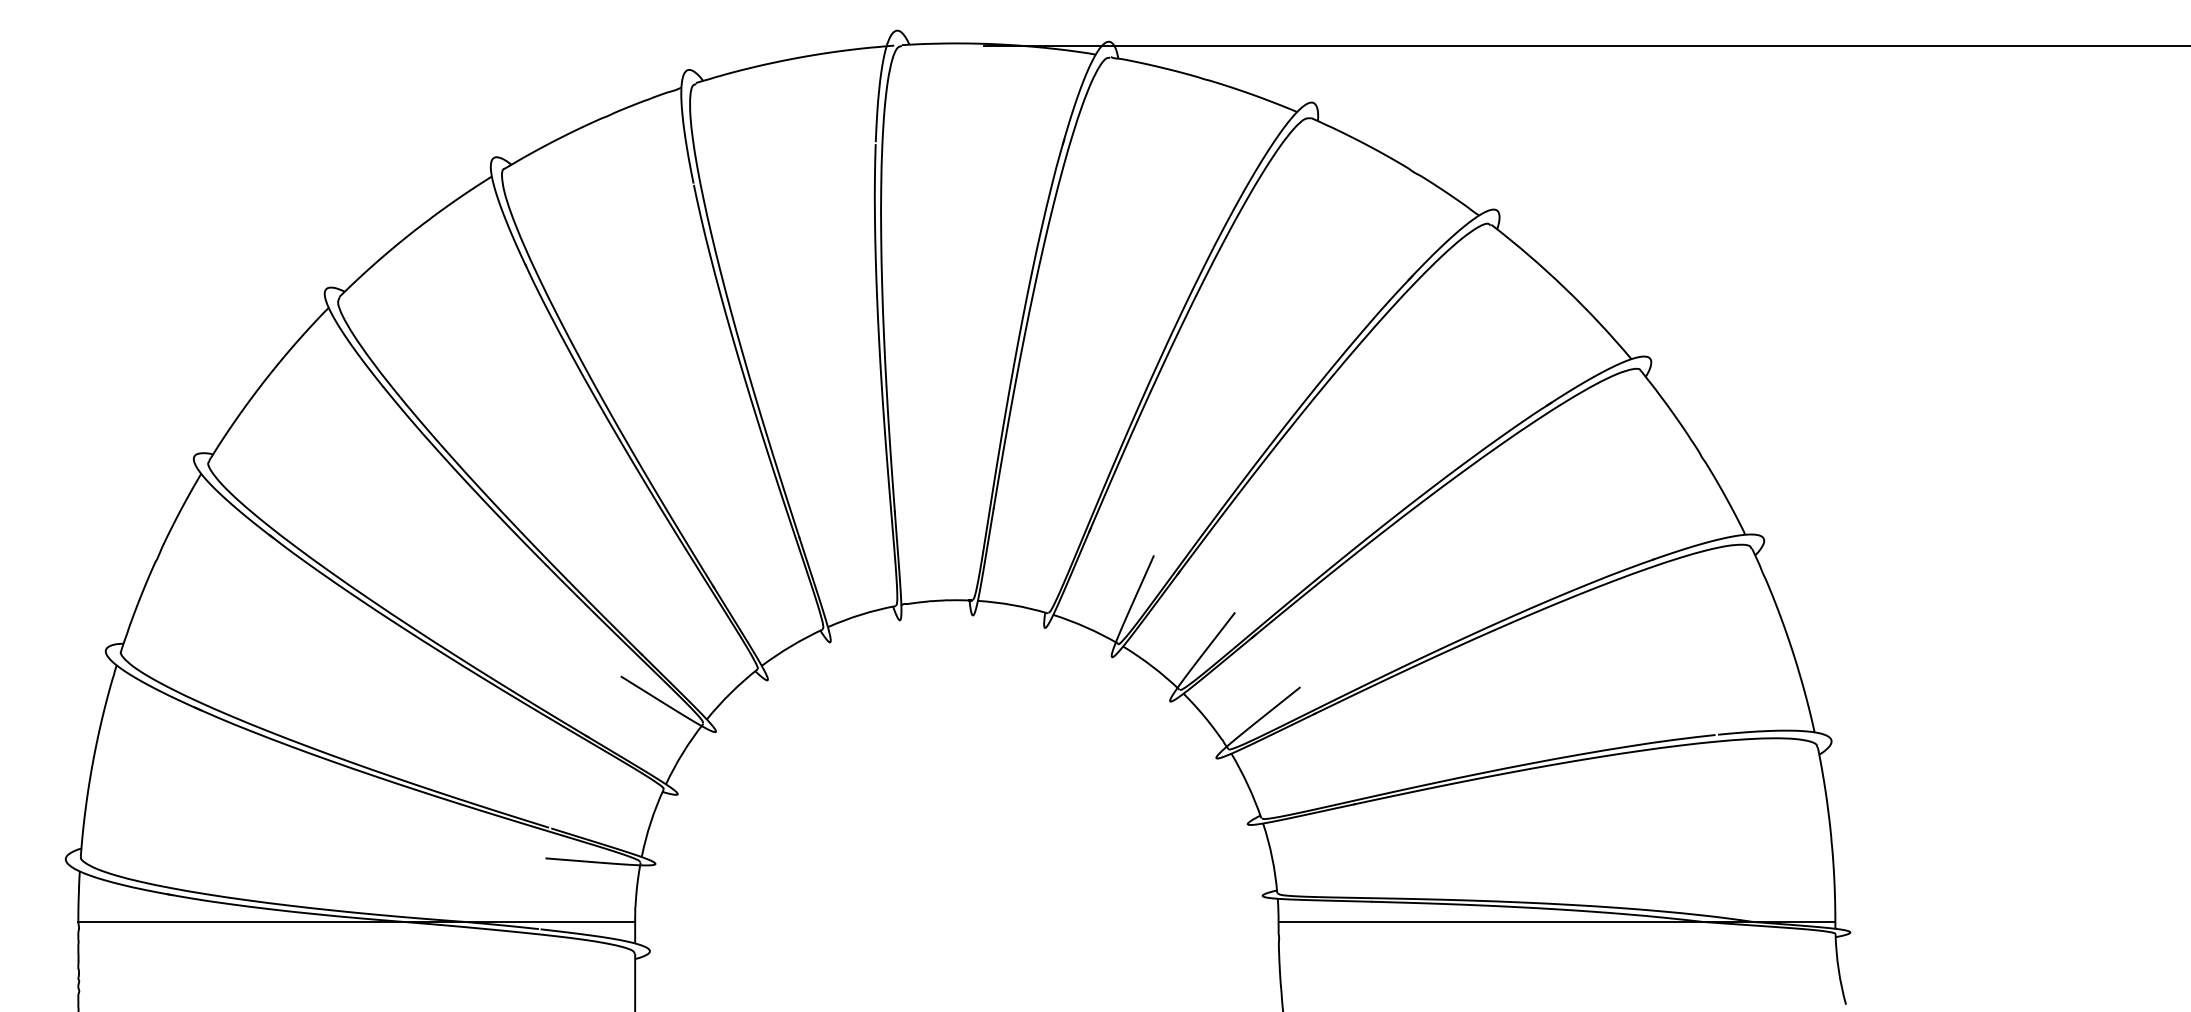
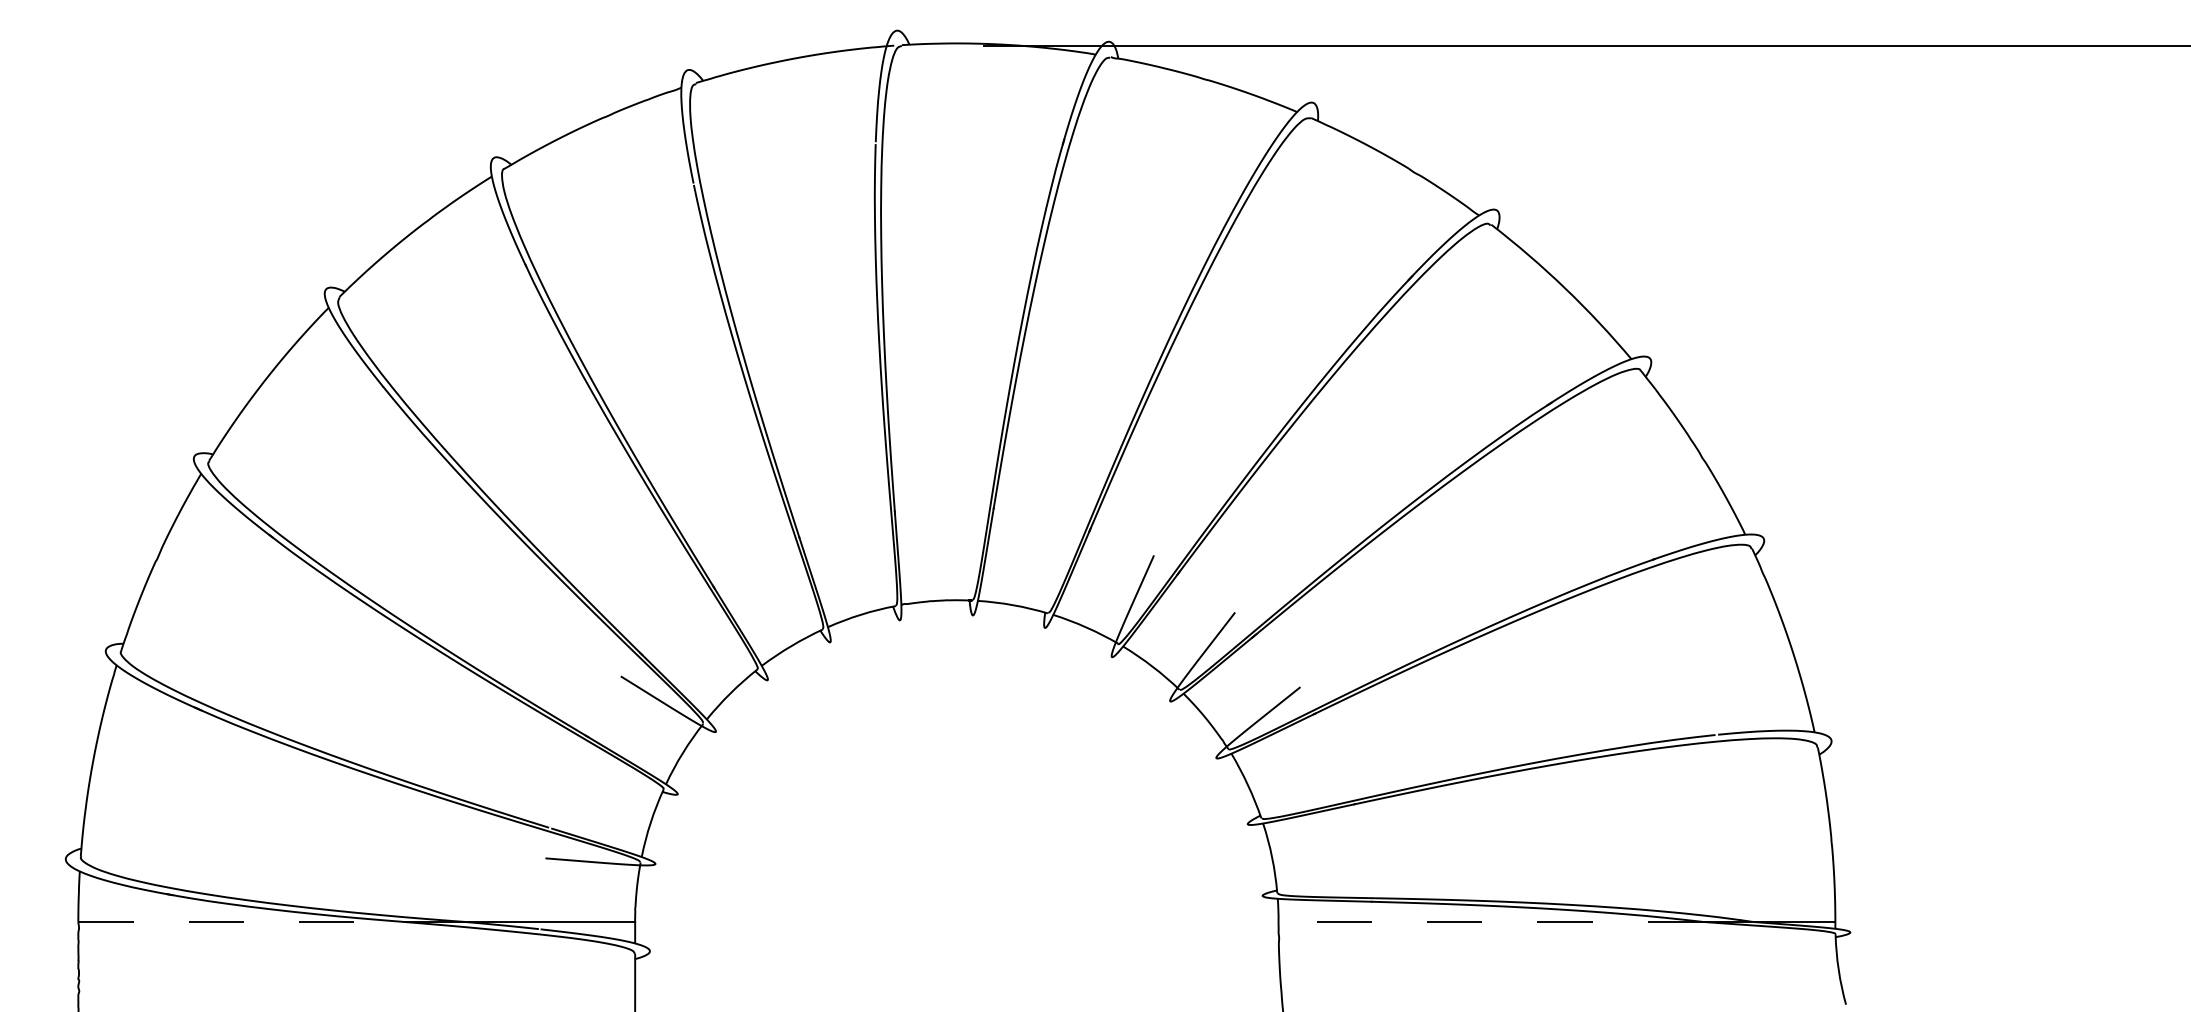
line at (241, 921): solid -> dashed
line at (1490, 921): solid -> dashed
